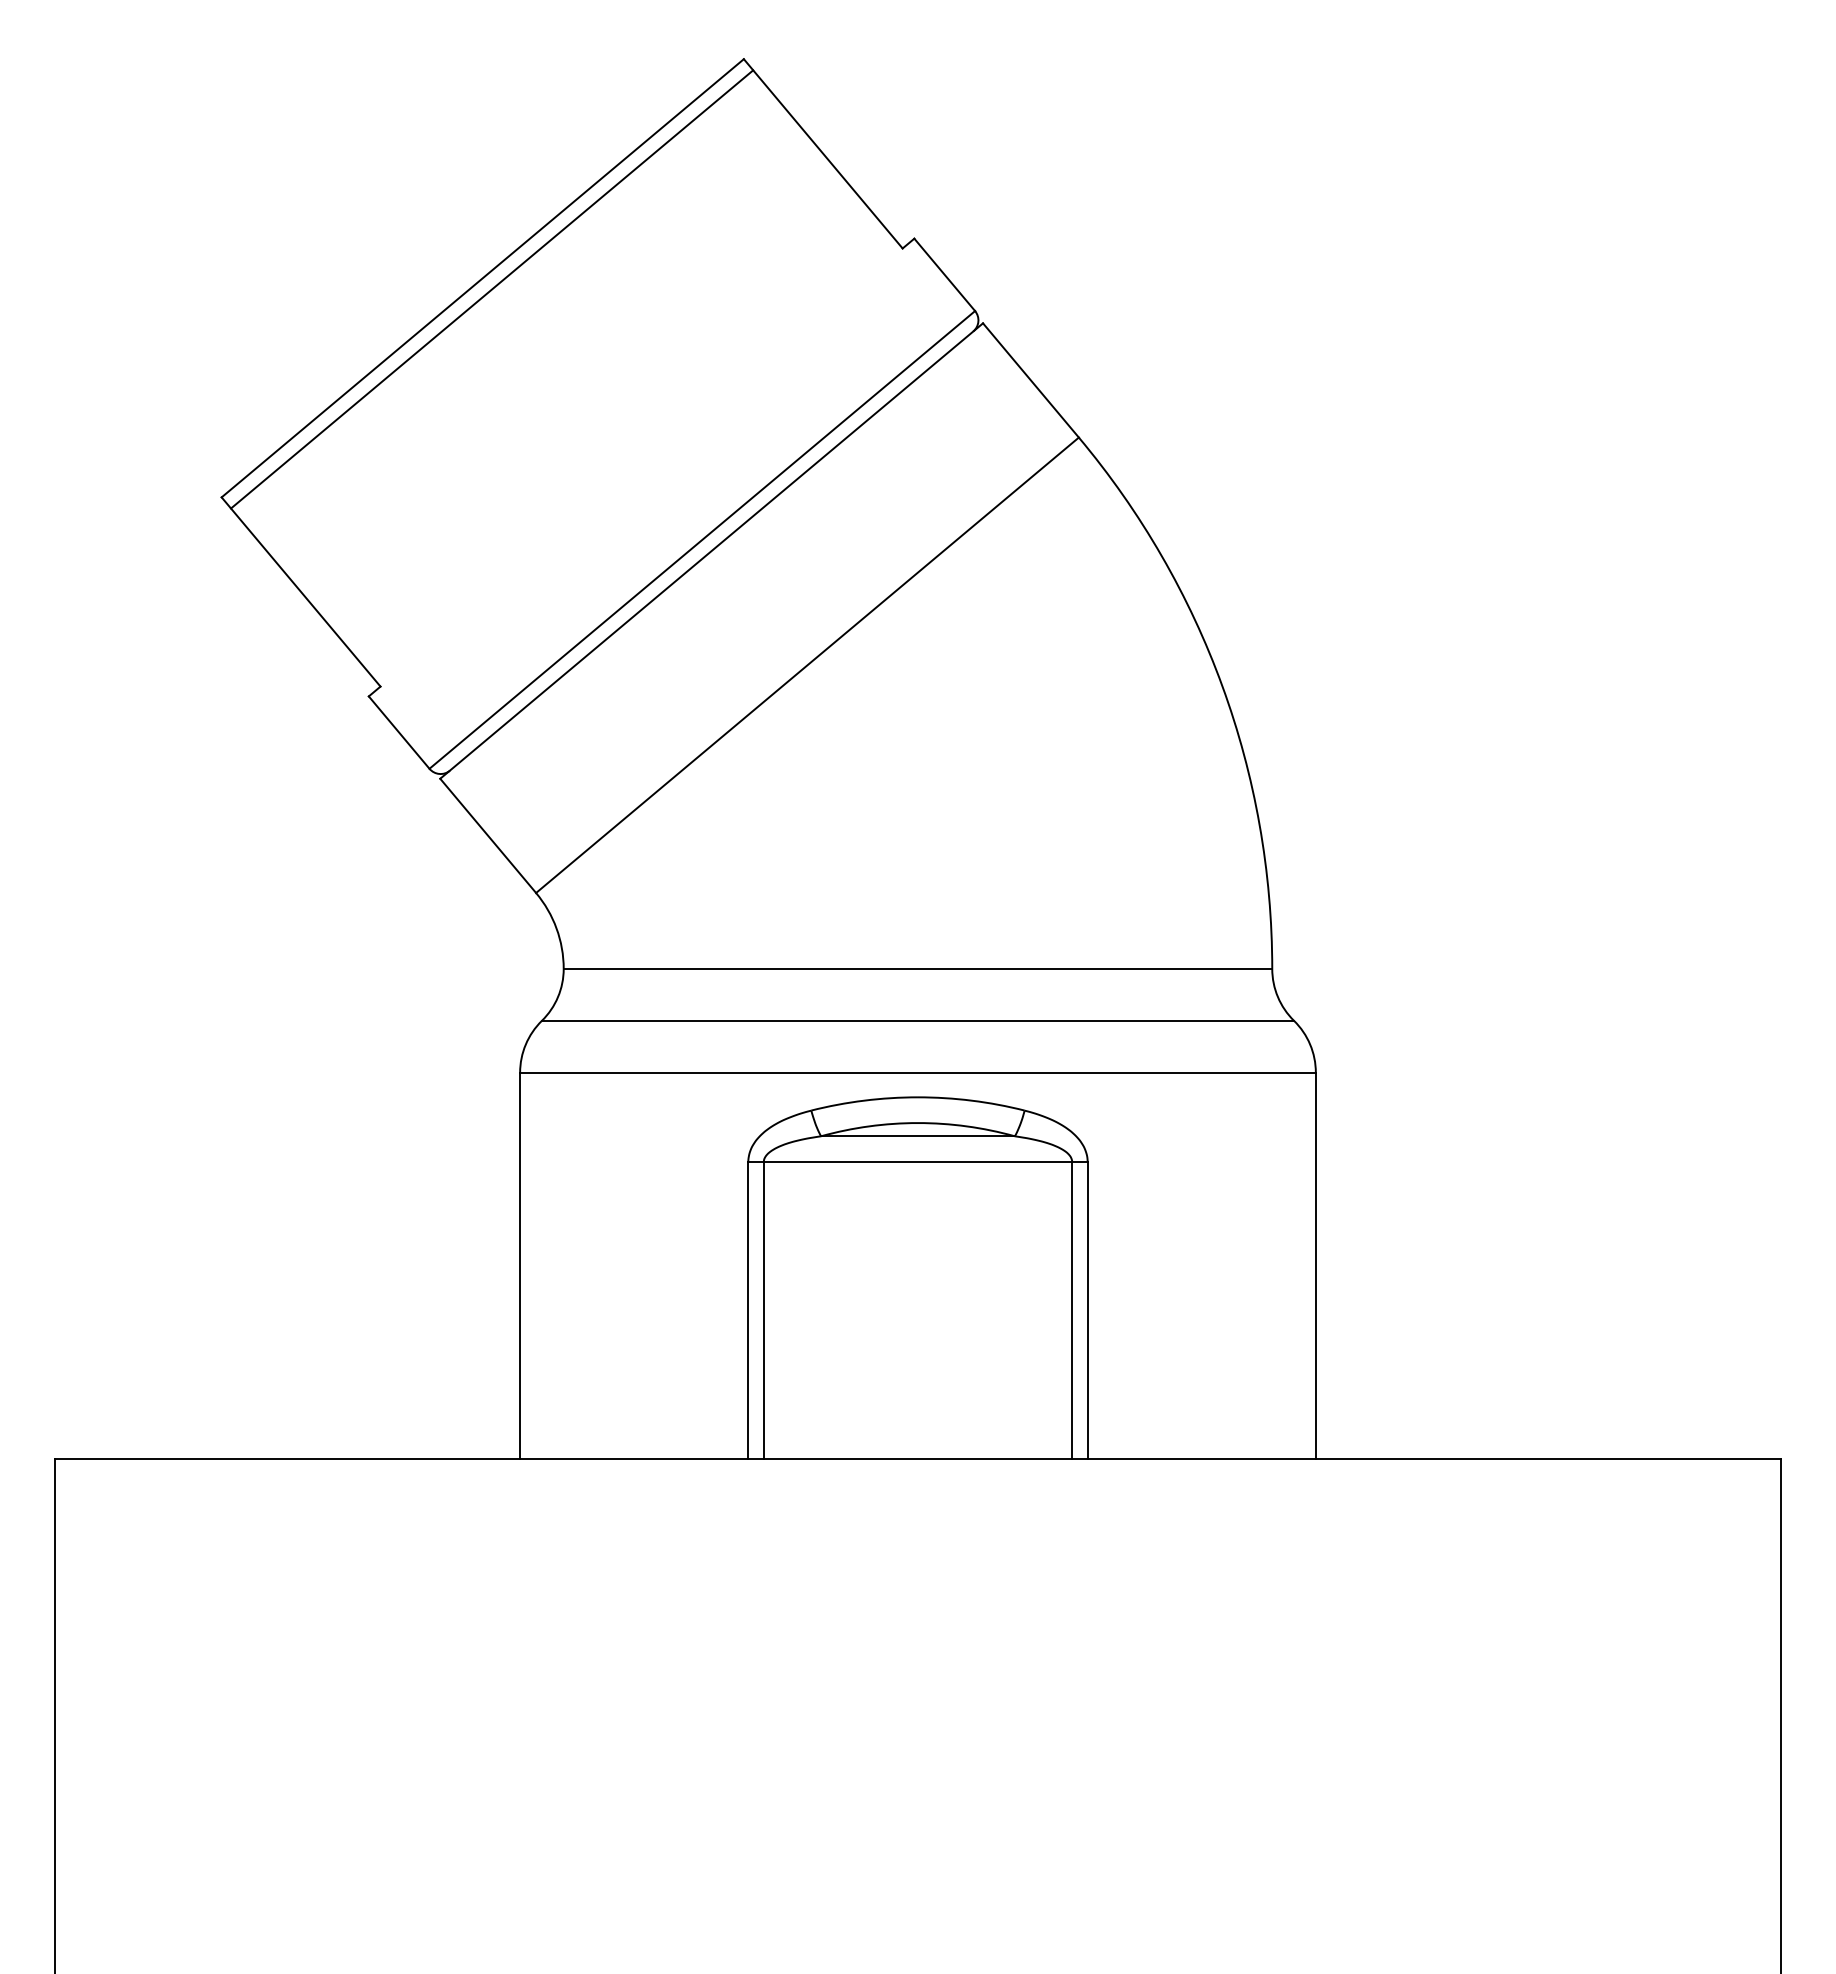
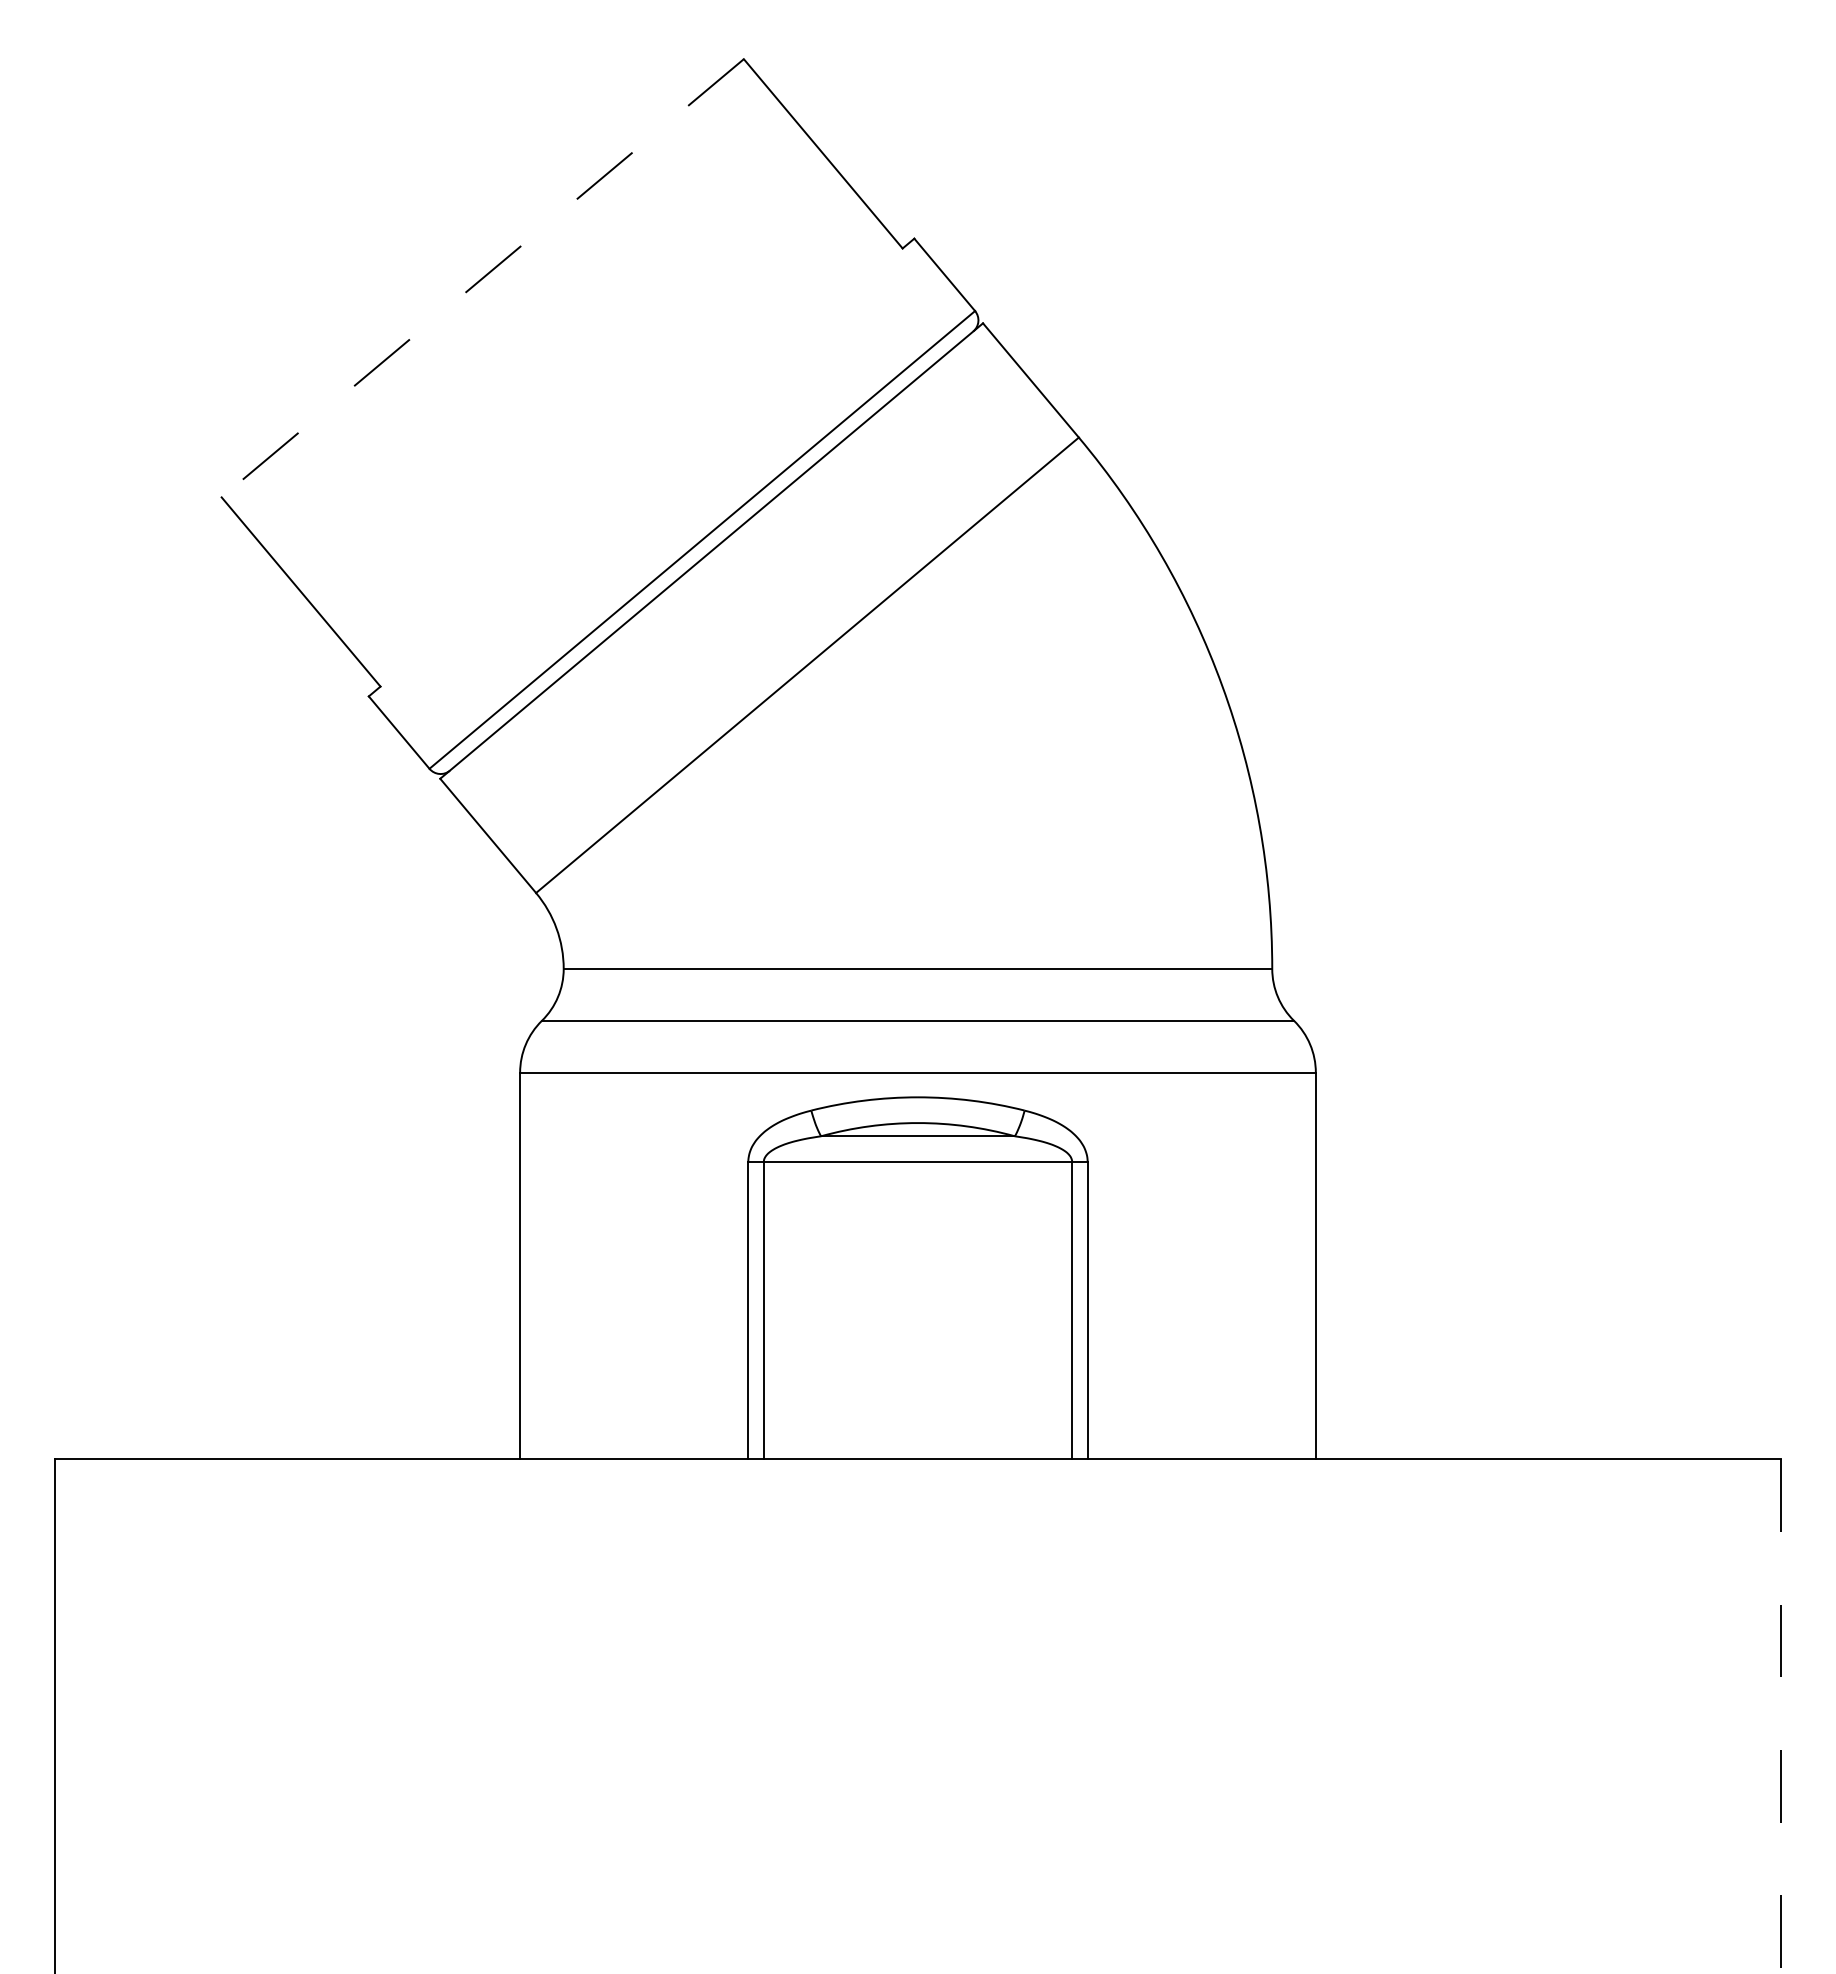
line at (482, 278): solid -> dashed
line at (492, 289): present -> none
line at (1780, 1716): solid -> dashed
